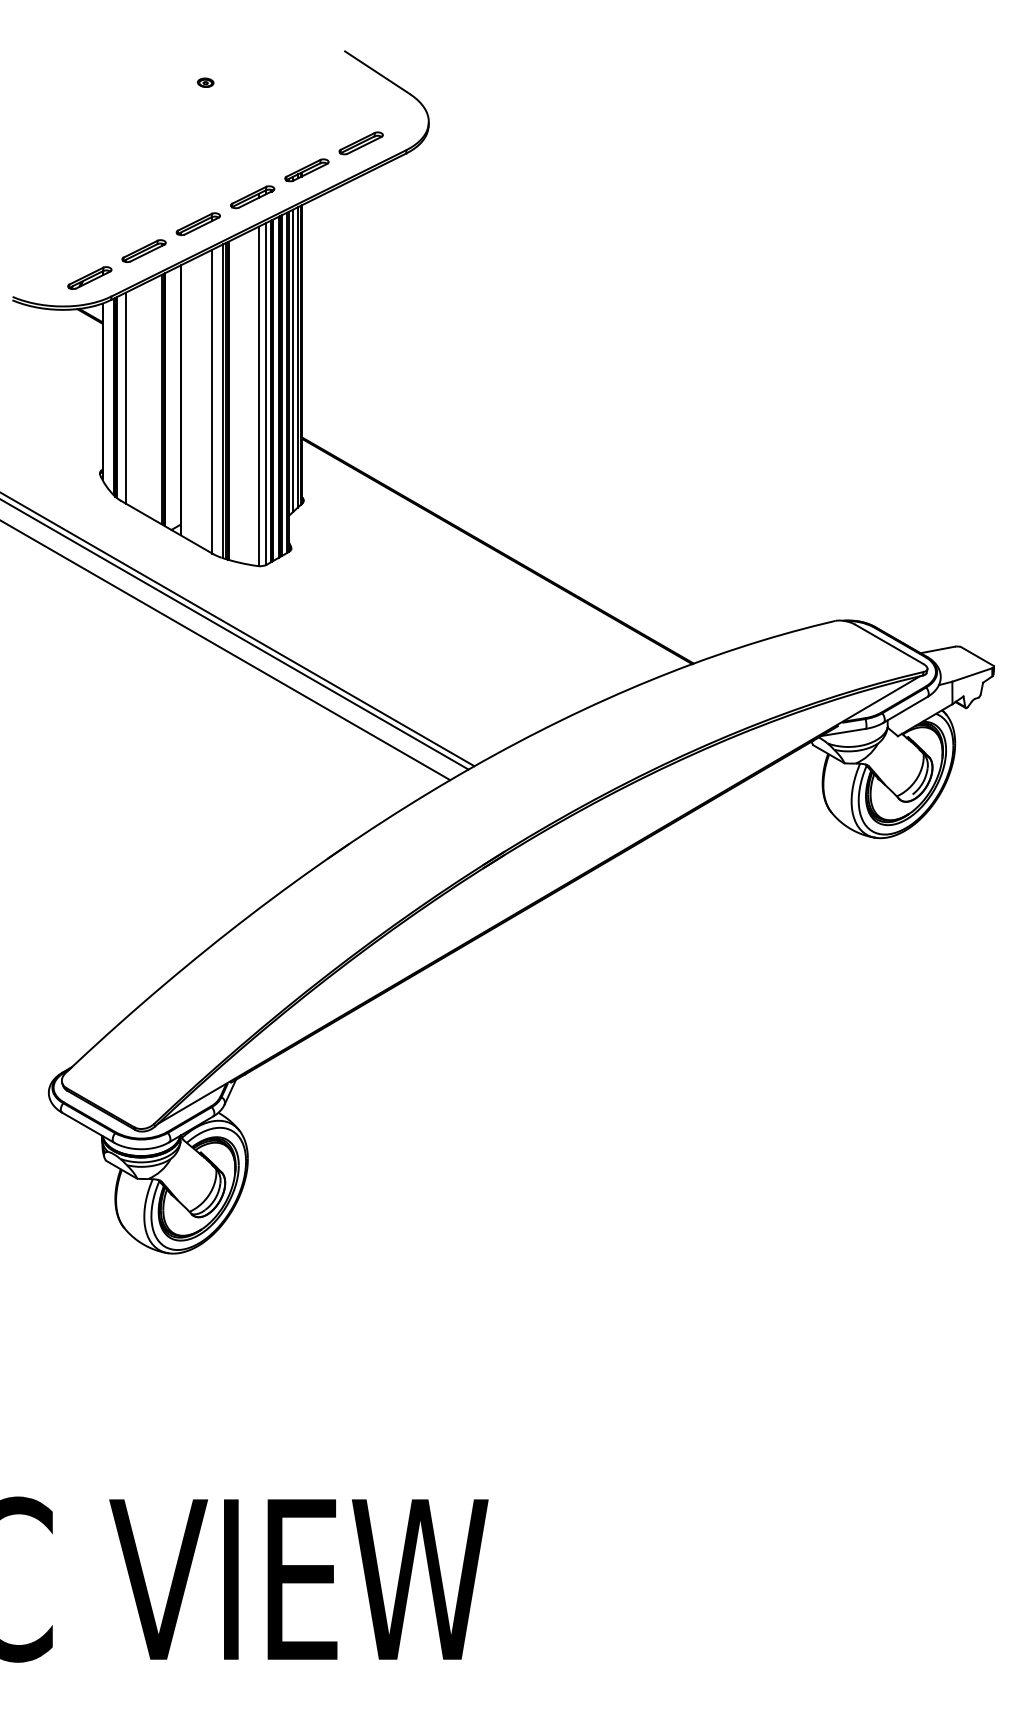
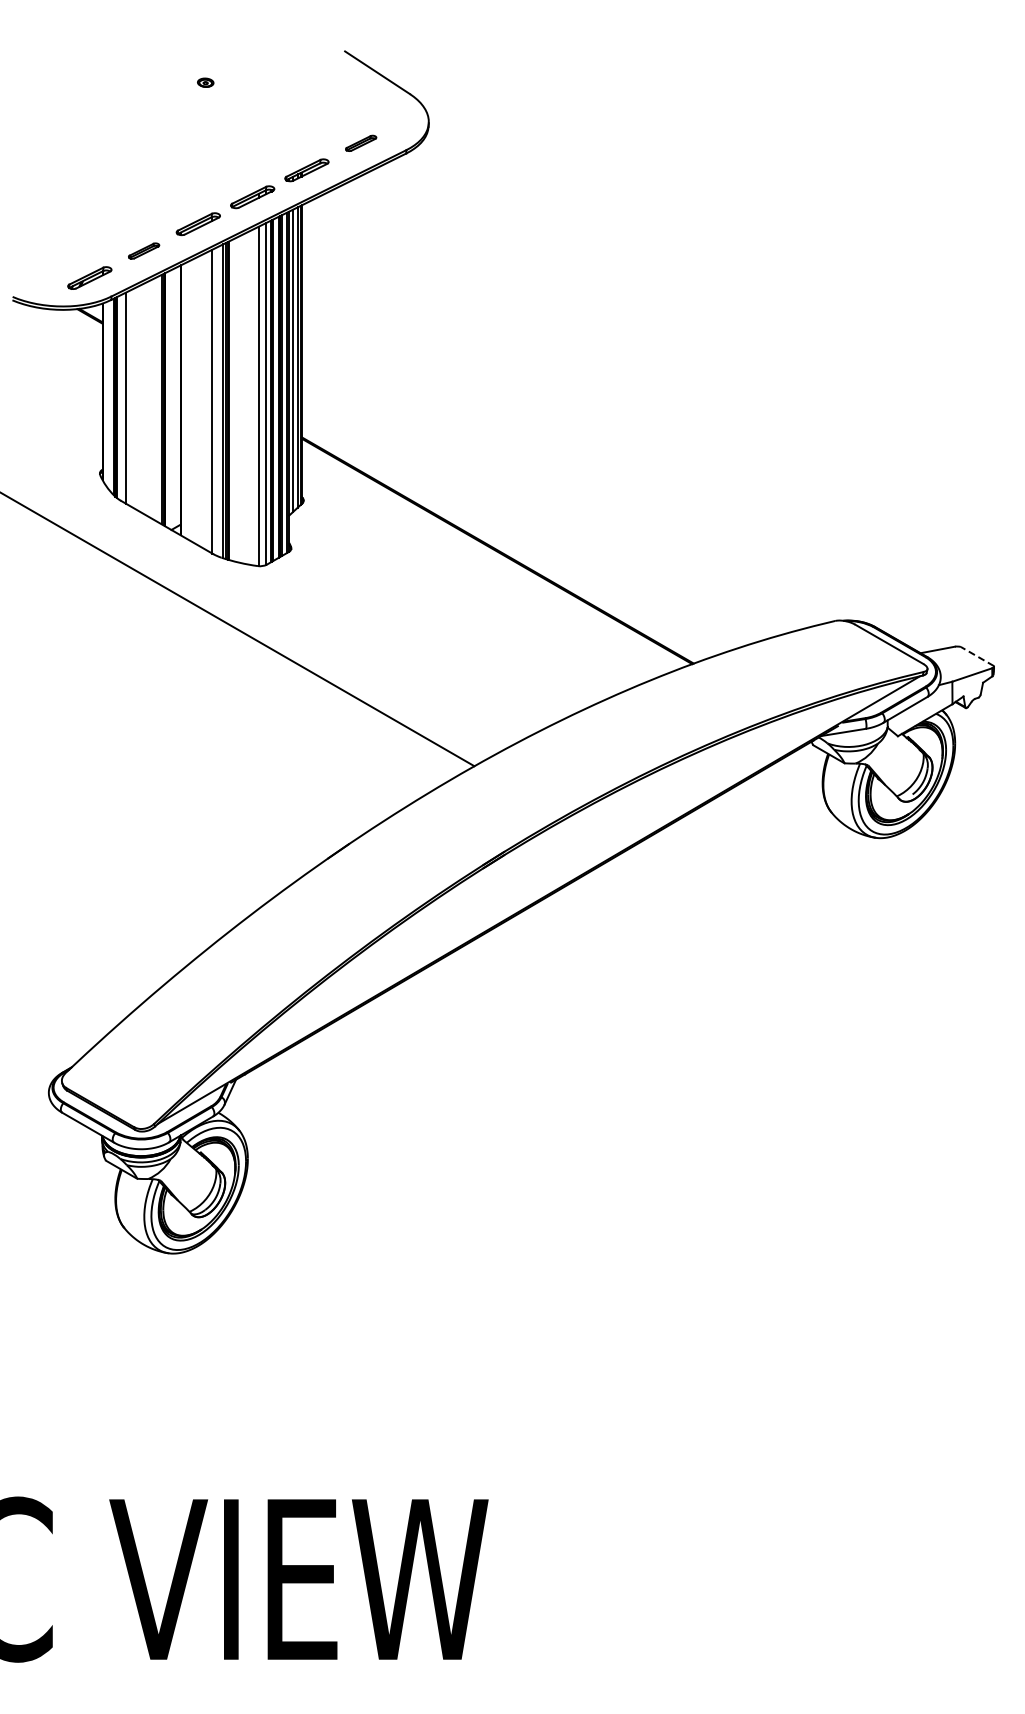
part at (360, 143) size: 46x25 px -> 33x18 px
part at (143, 250) size: 46x24 px -> 33x18 px
line at (235, 634): present -> none
line at (226, 650): present -> none
line at (976, 656): solid -> dashed
